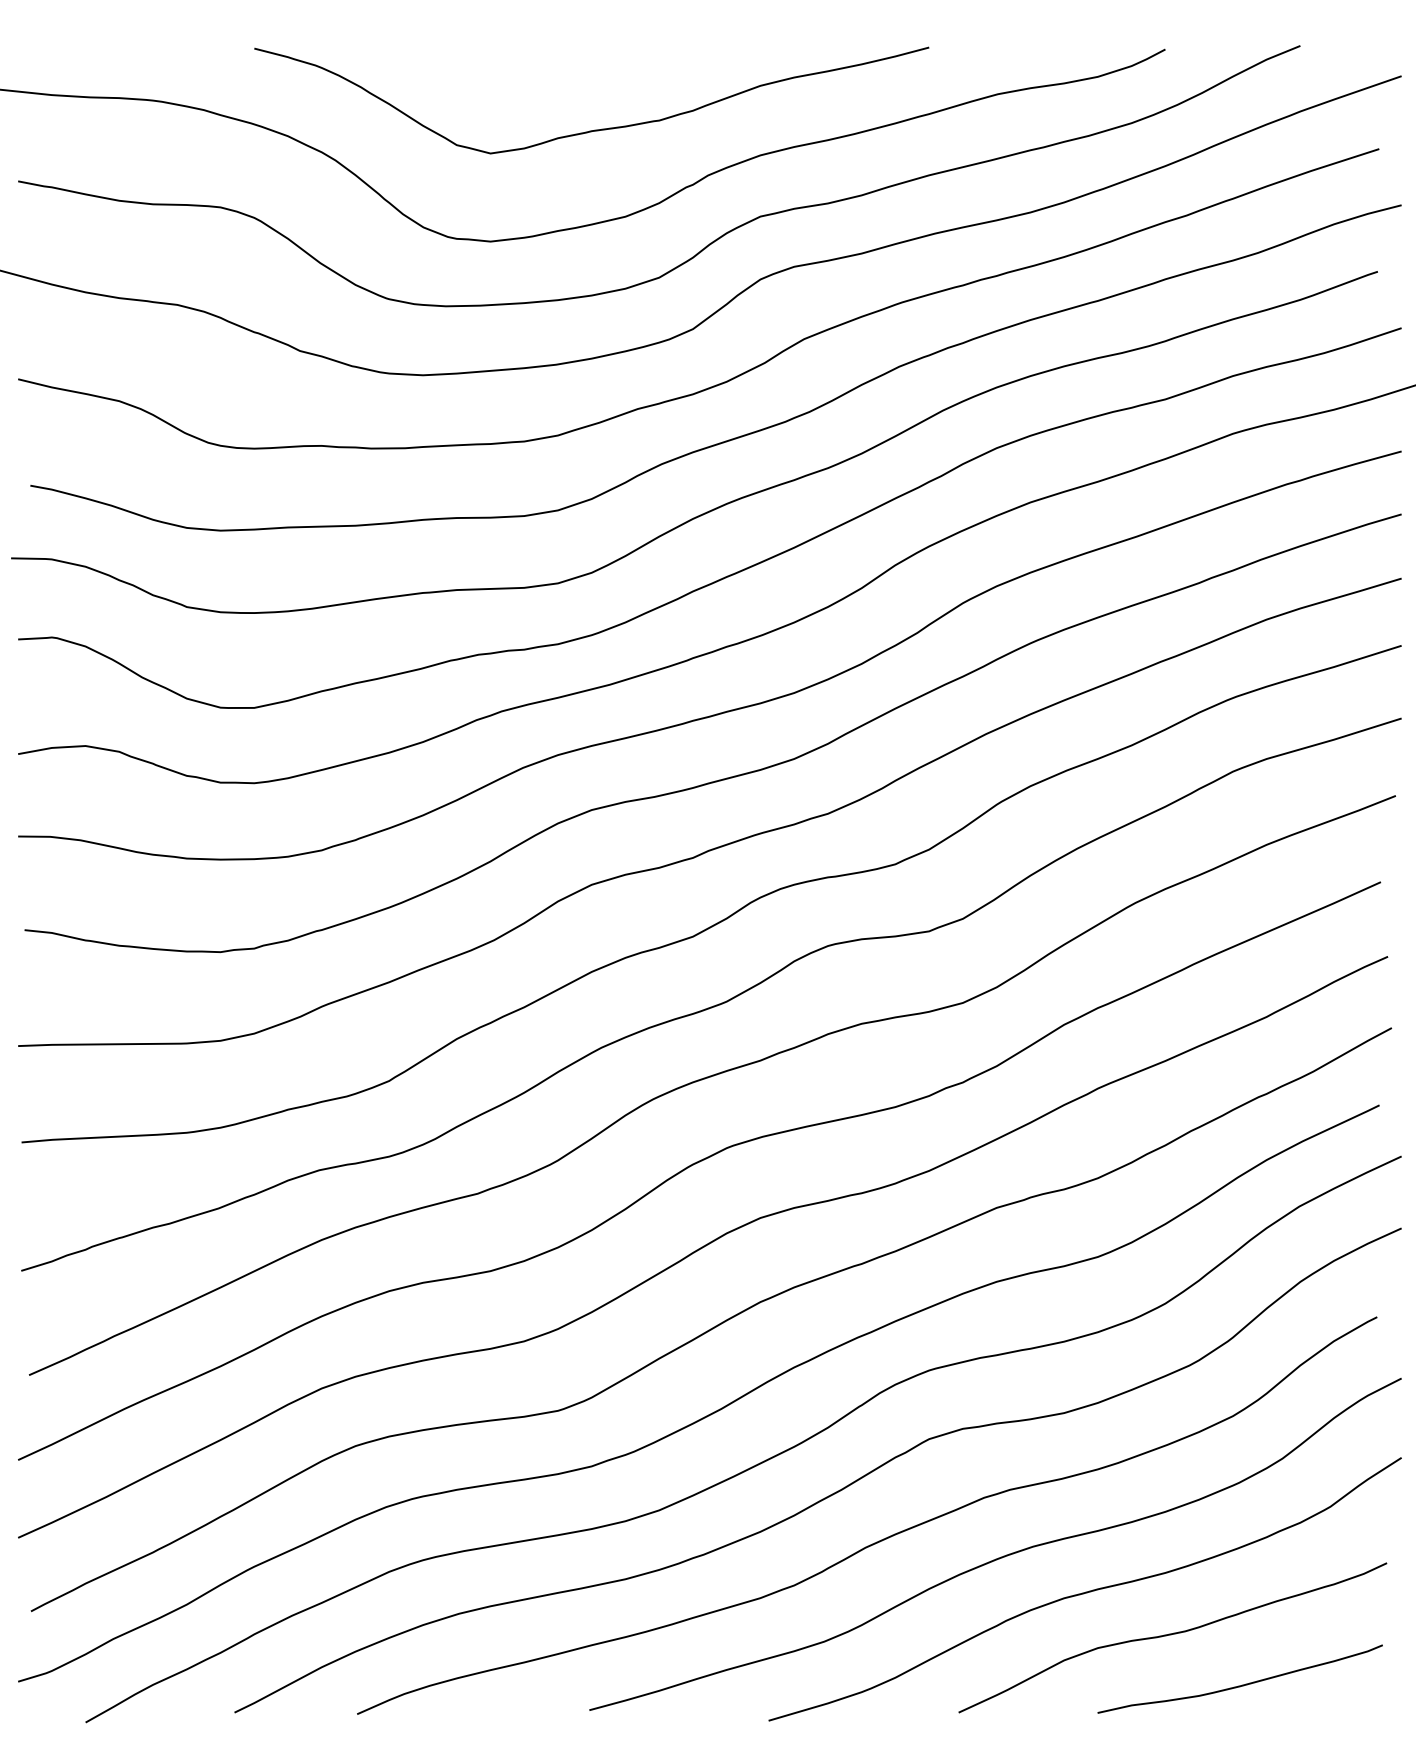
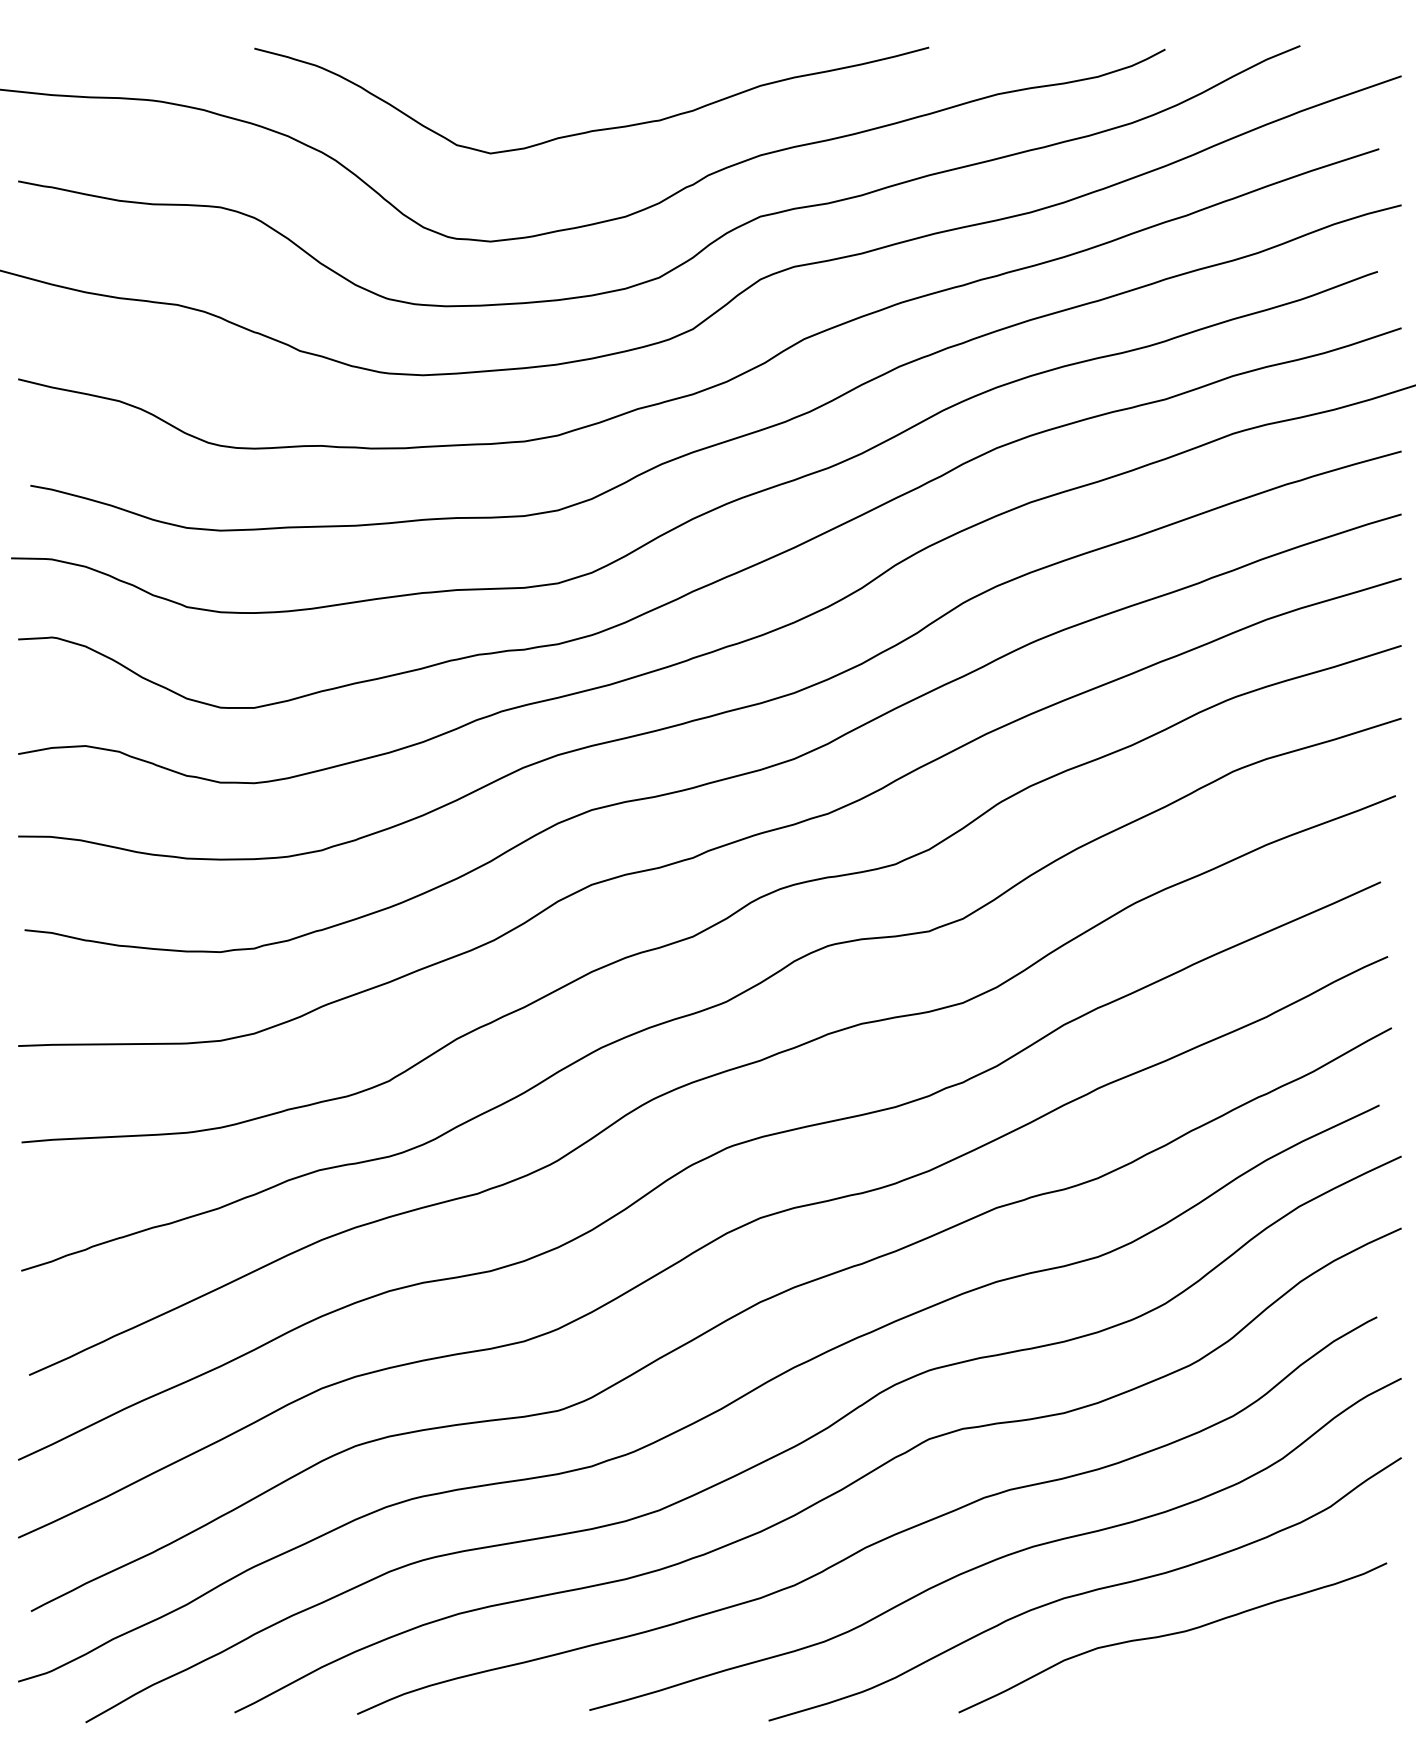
curve at (1242, 1684): present -> none
